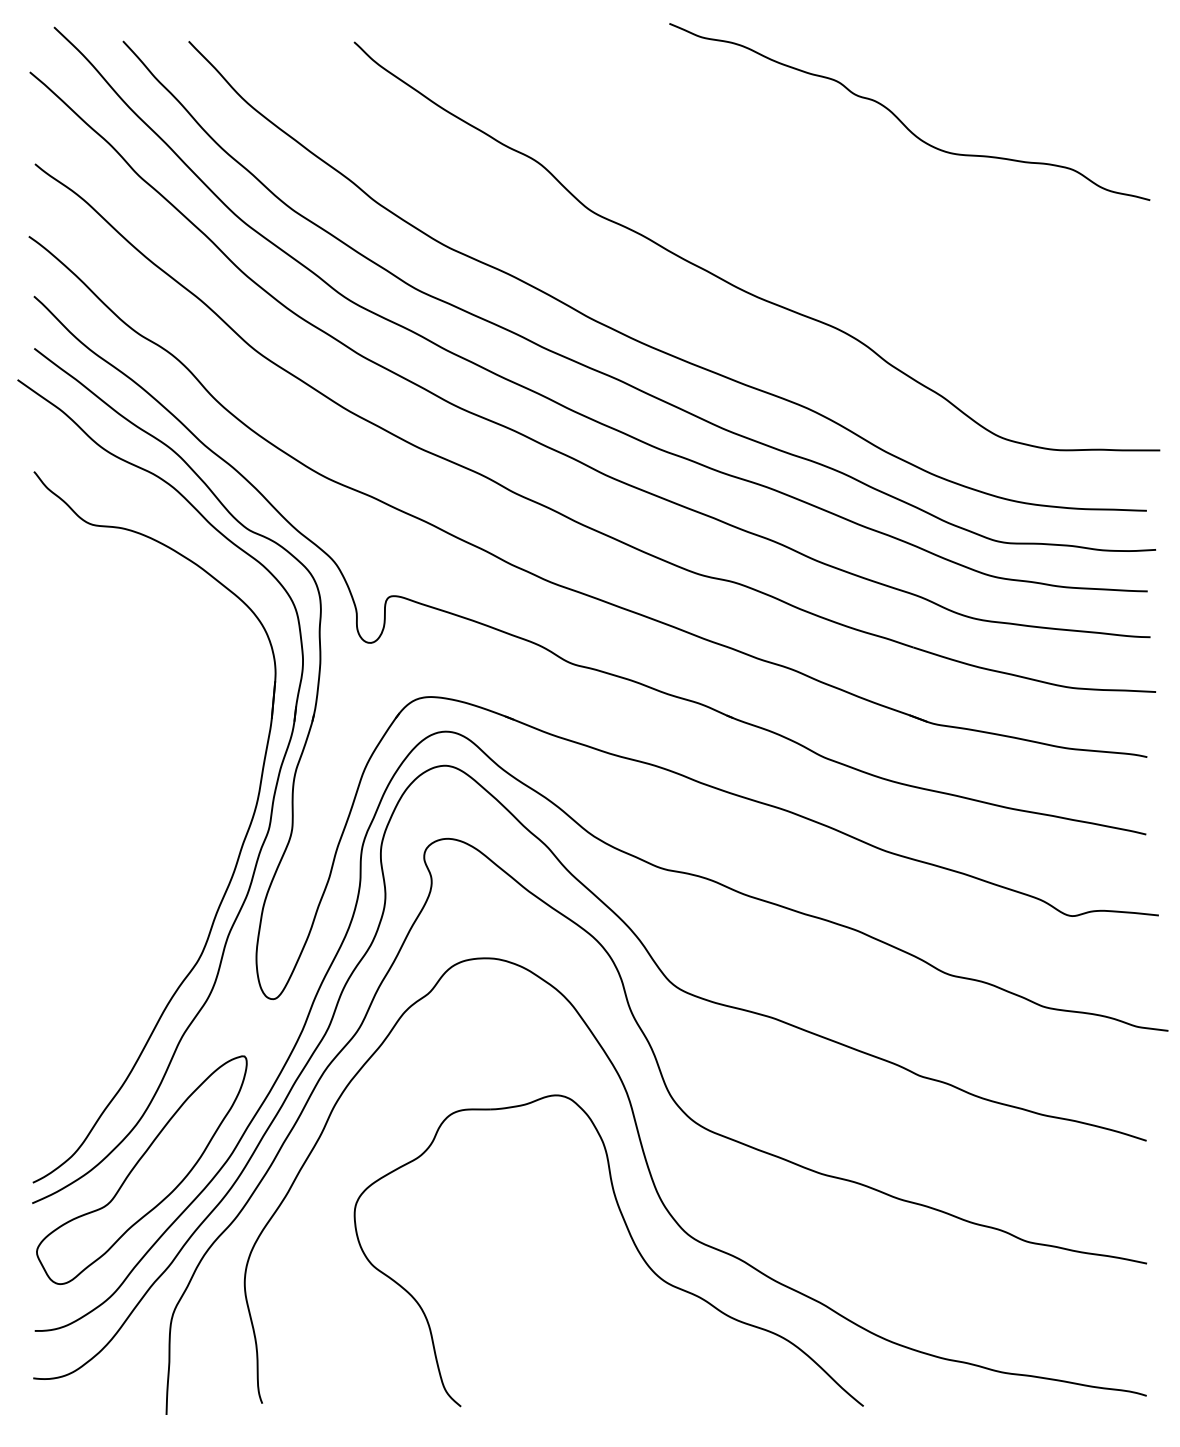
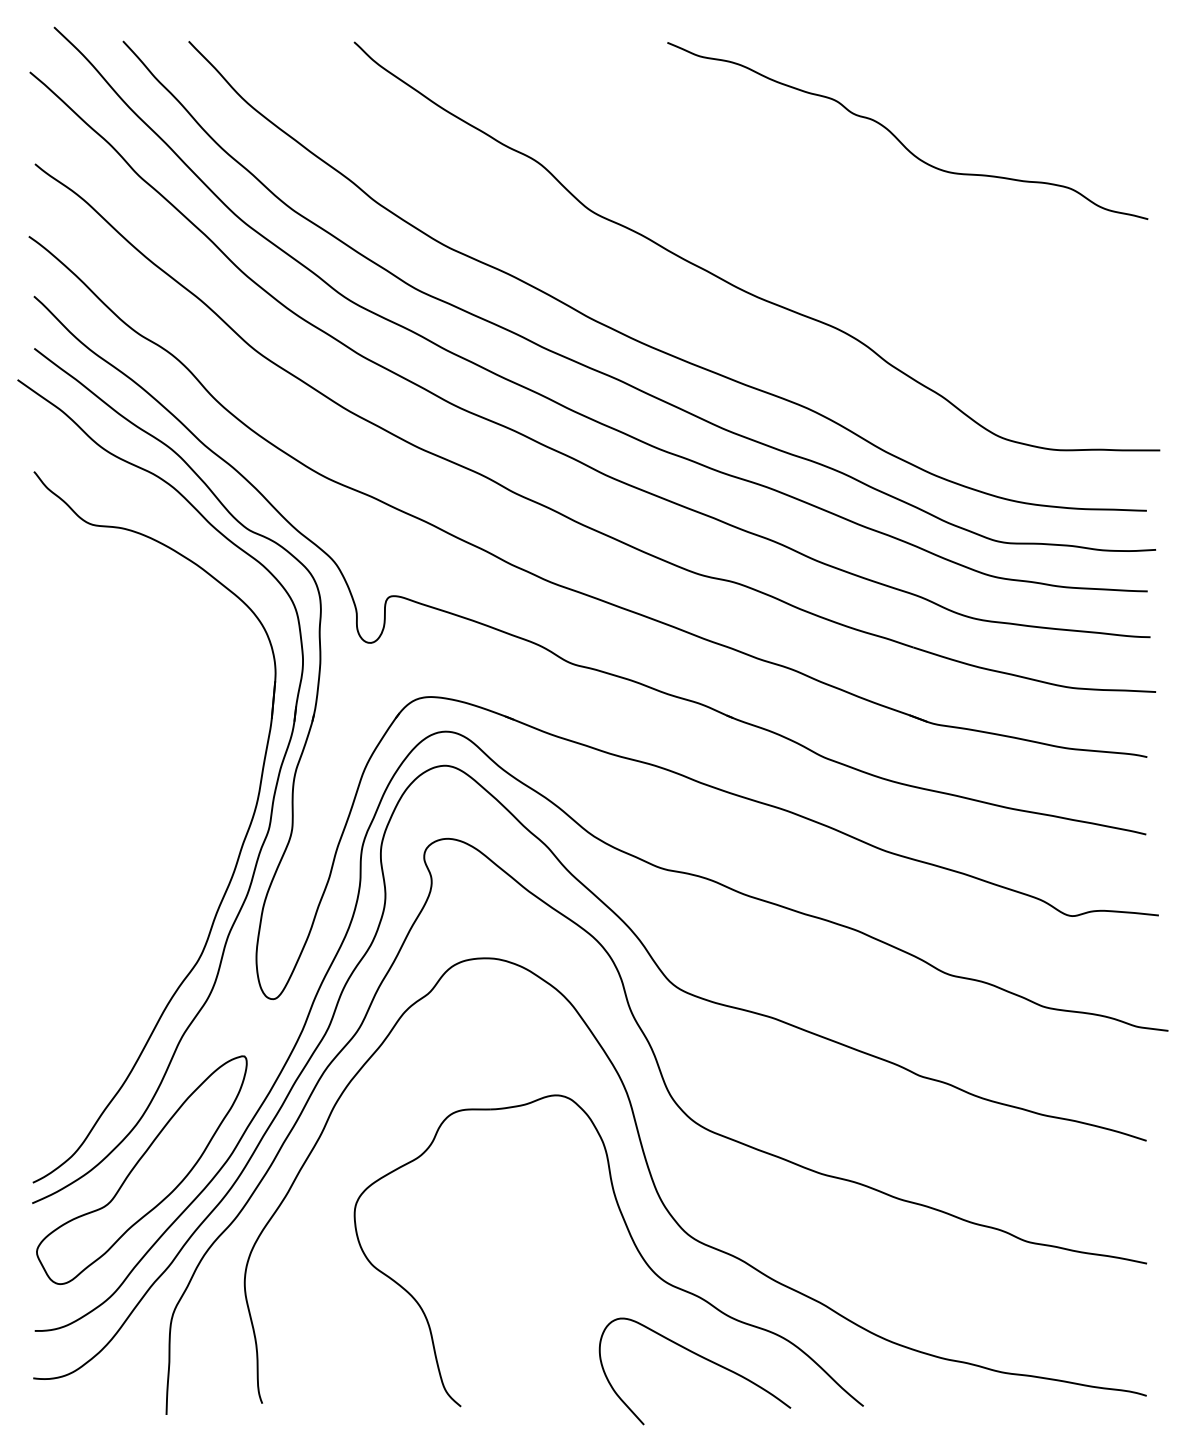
curve at (900, 119) position: (900, 119) -> (898, 138)
curve at (700, 1357): none -> present
